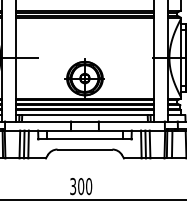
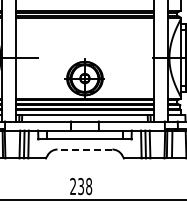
line at (84, 149): solid -> dashed
text at (81, 186): 300 -> 238
